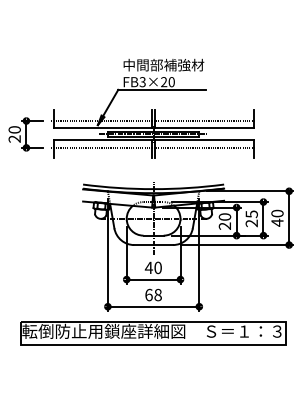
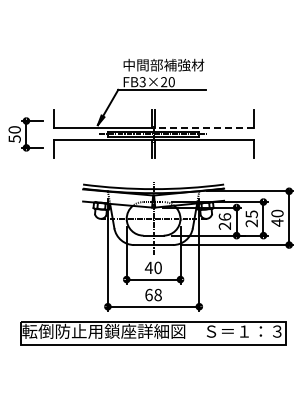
line at (153, 121): present -> none
line at (203, 127): solid -> dashed
text at (14, 138): 20 -> 50
line at (153, 147): present -> none
text at (224, 216): 20 -> 26
